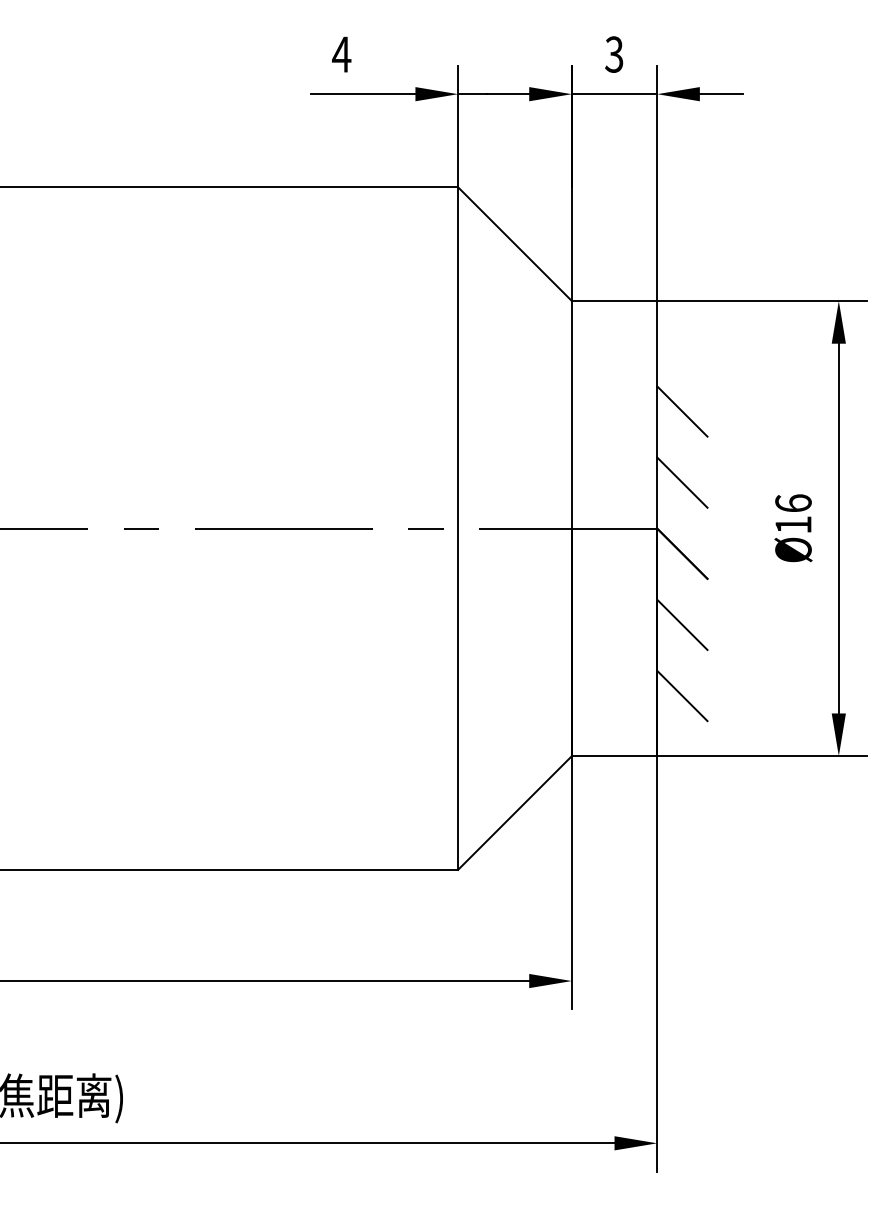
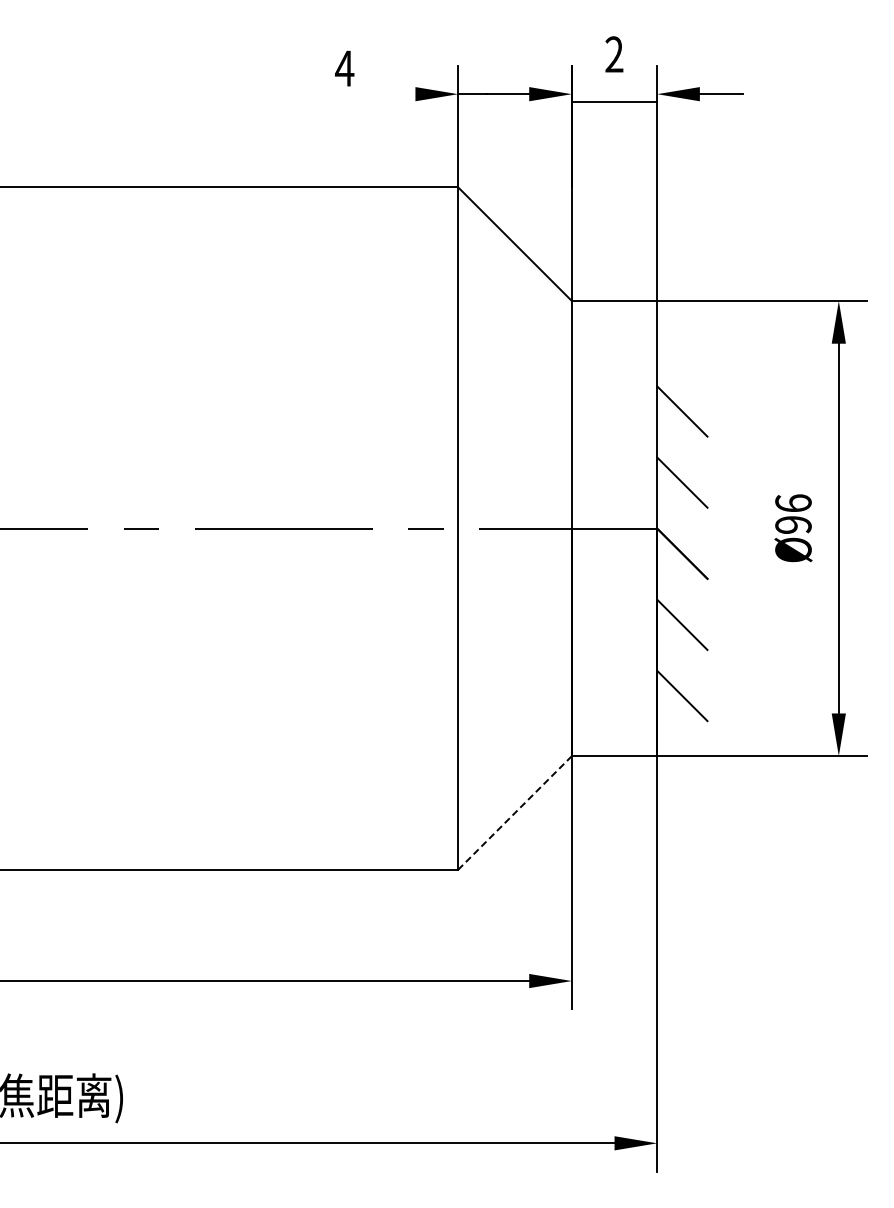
text at (341, 54) position: (341, 54) -> (344, 68)
text at (614, 54): 3 -> 2
line at (363, 94): present -> none
line at (614, 94) position: (614, 94) -> (614, 102)
text at (793, 524): Ø16 -> Ø96
line at (515, 812): solid -> dashed
